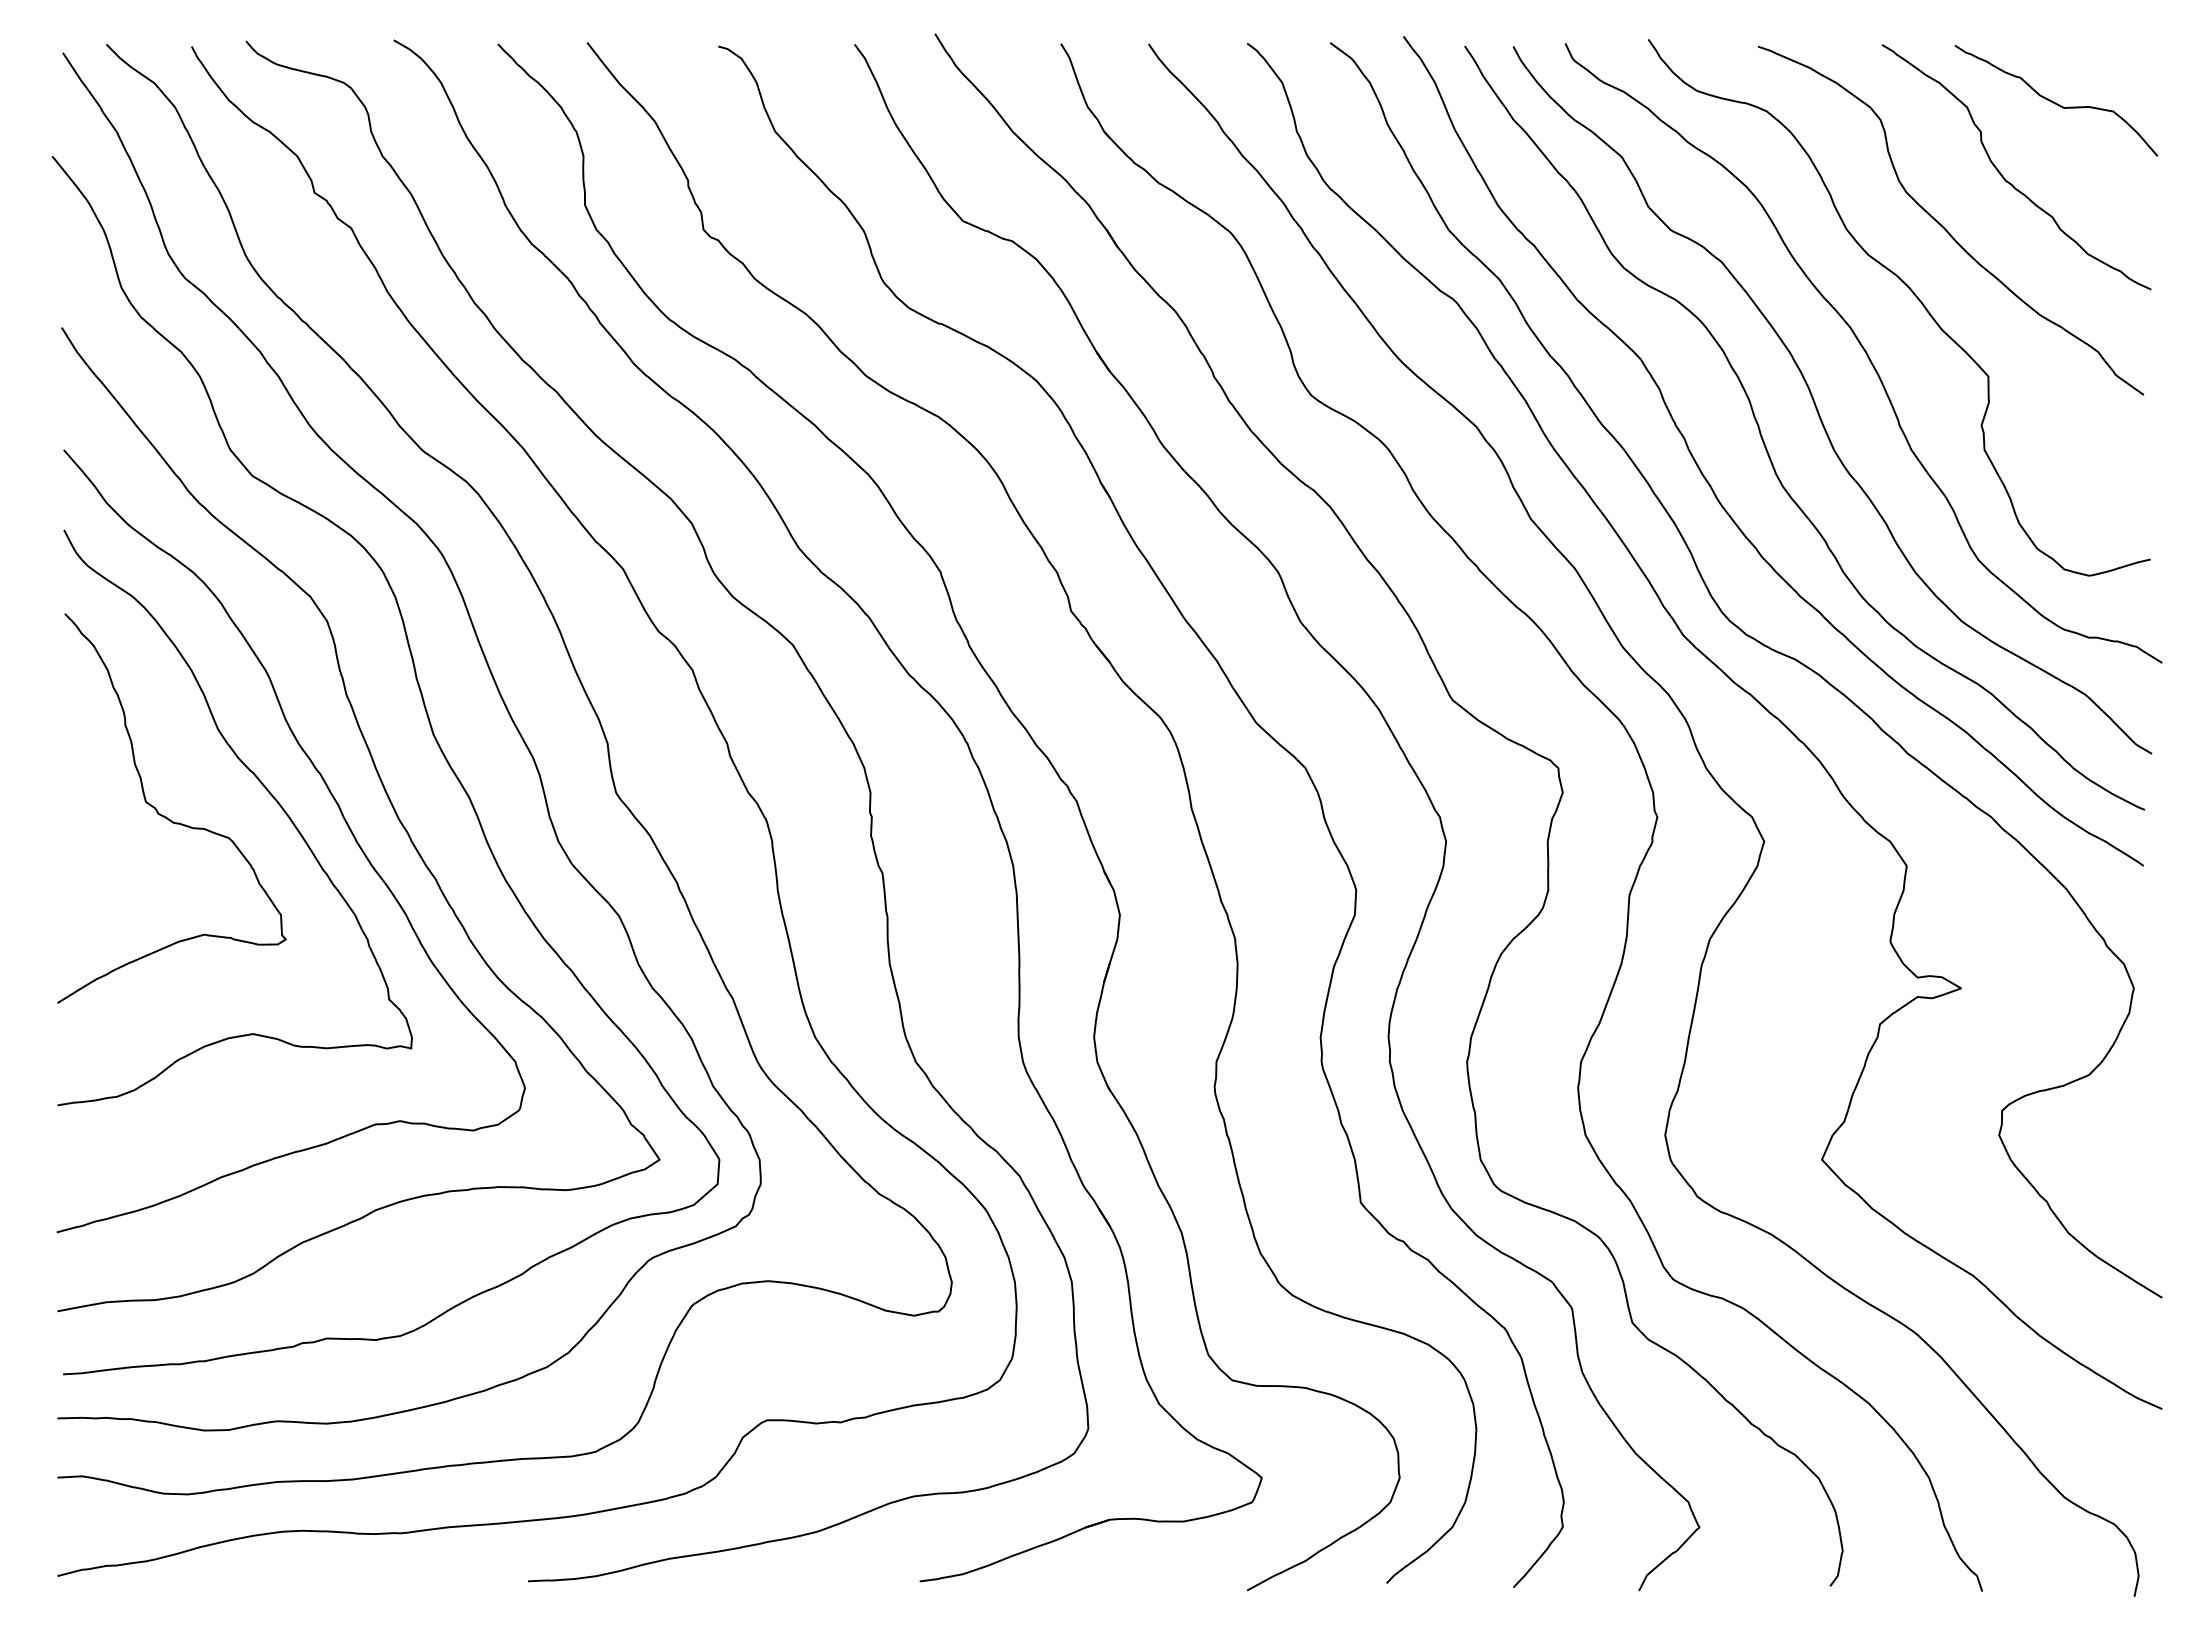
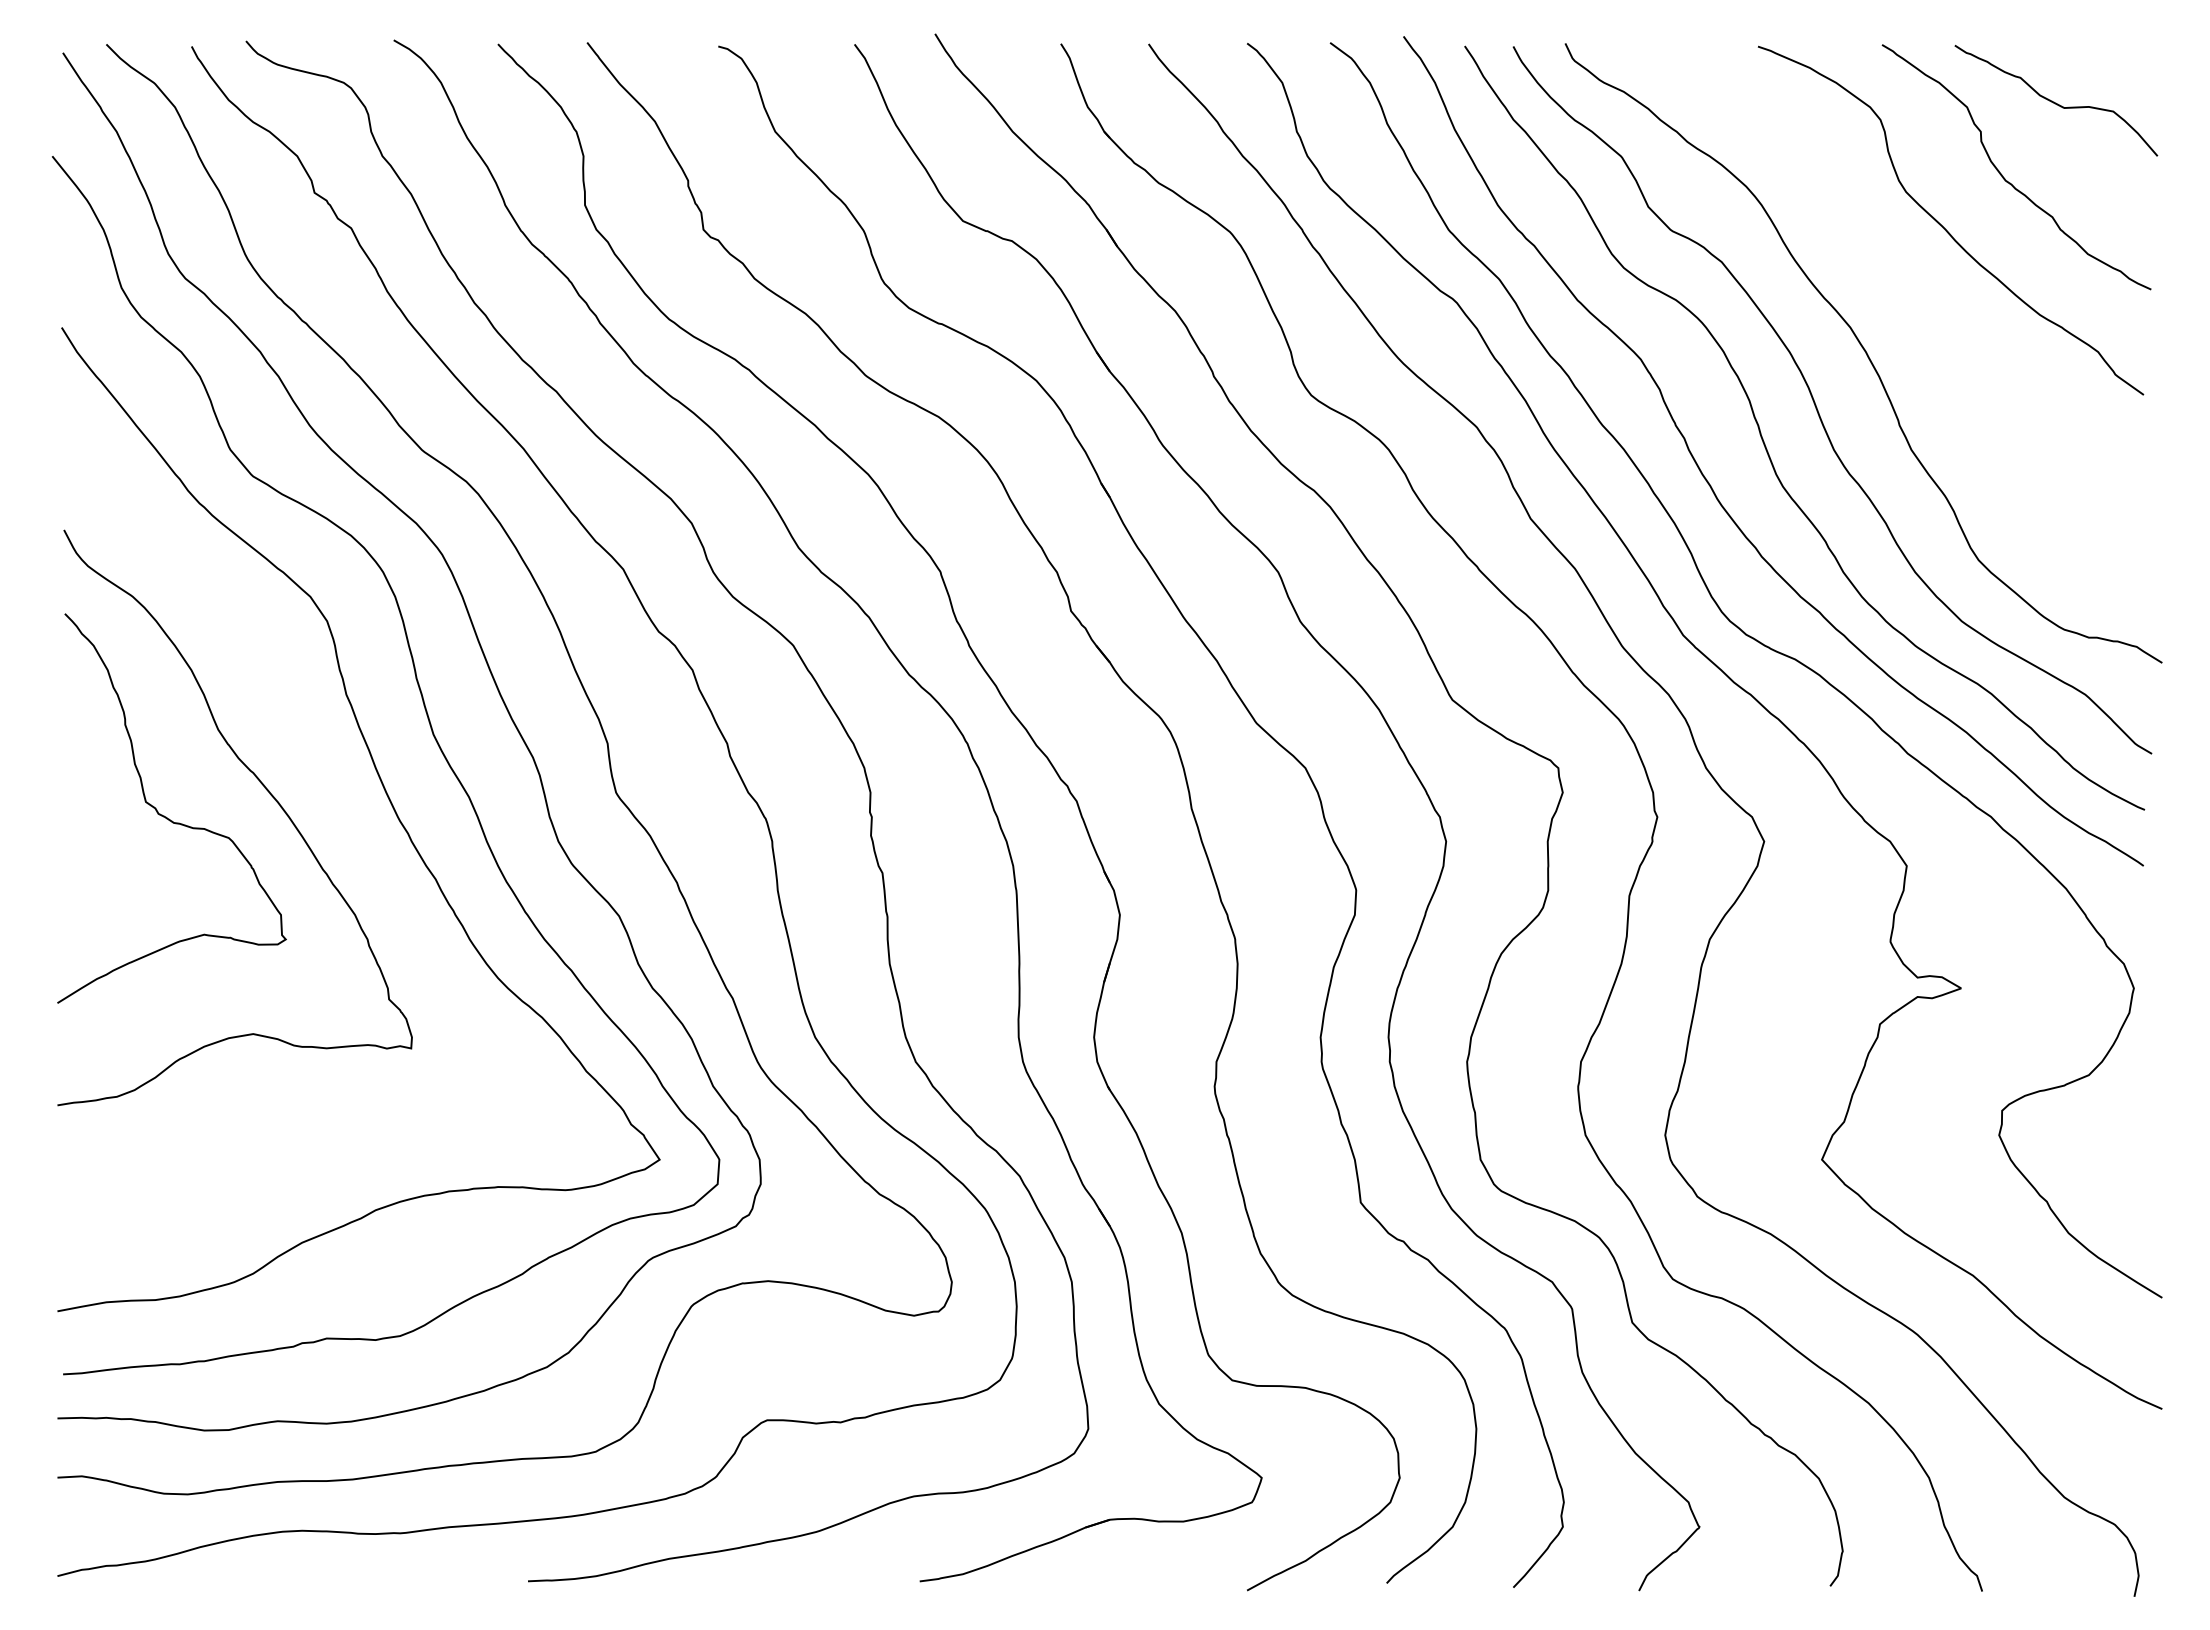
curve at (1912, 293): present -> none
curve at (341, 815): present -> none
